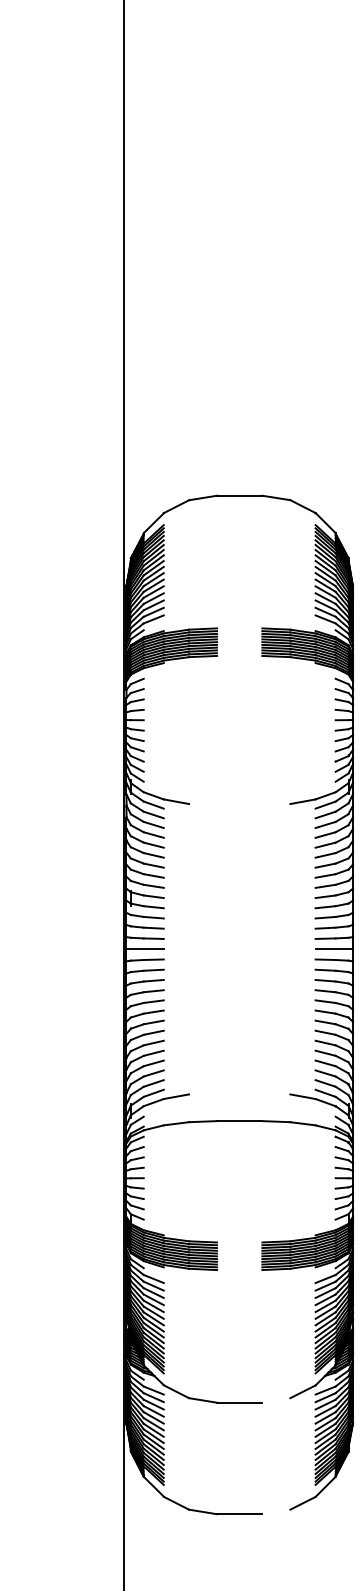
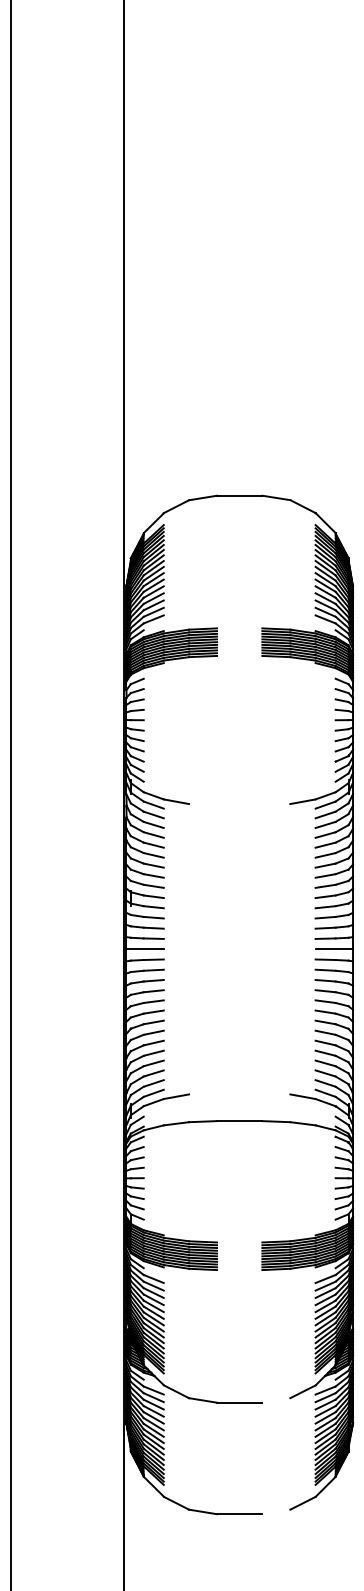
line at (11, 794): none -> present
